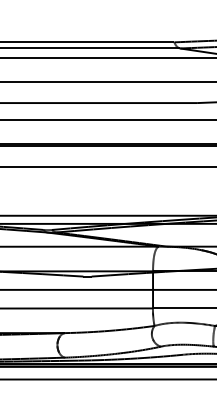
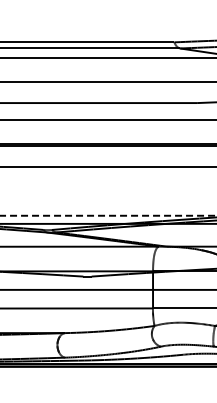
line at (108, 215): solid -> dashed
line at (107, 379): present -> none
